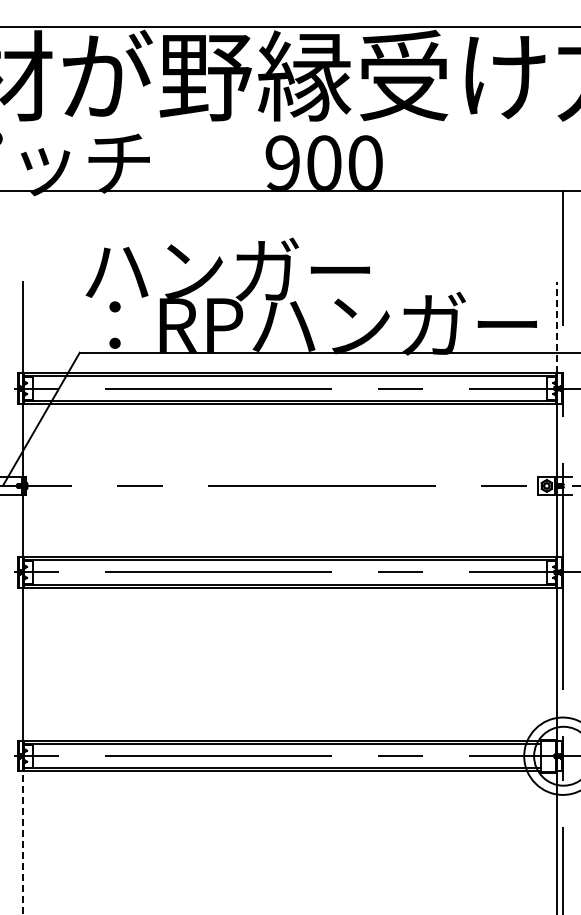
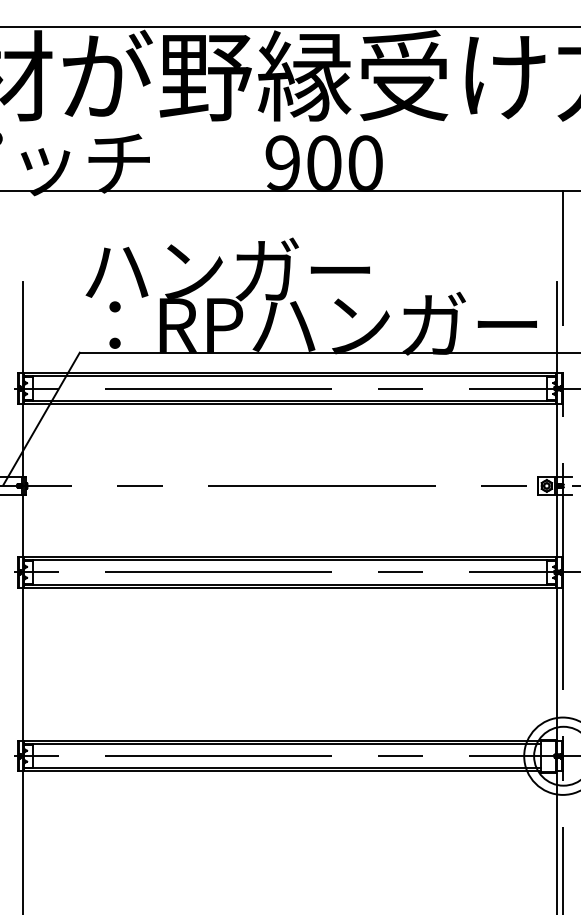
line at (557, 327): dashed -> solid
line at (23, 843): dashed -> solid
